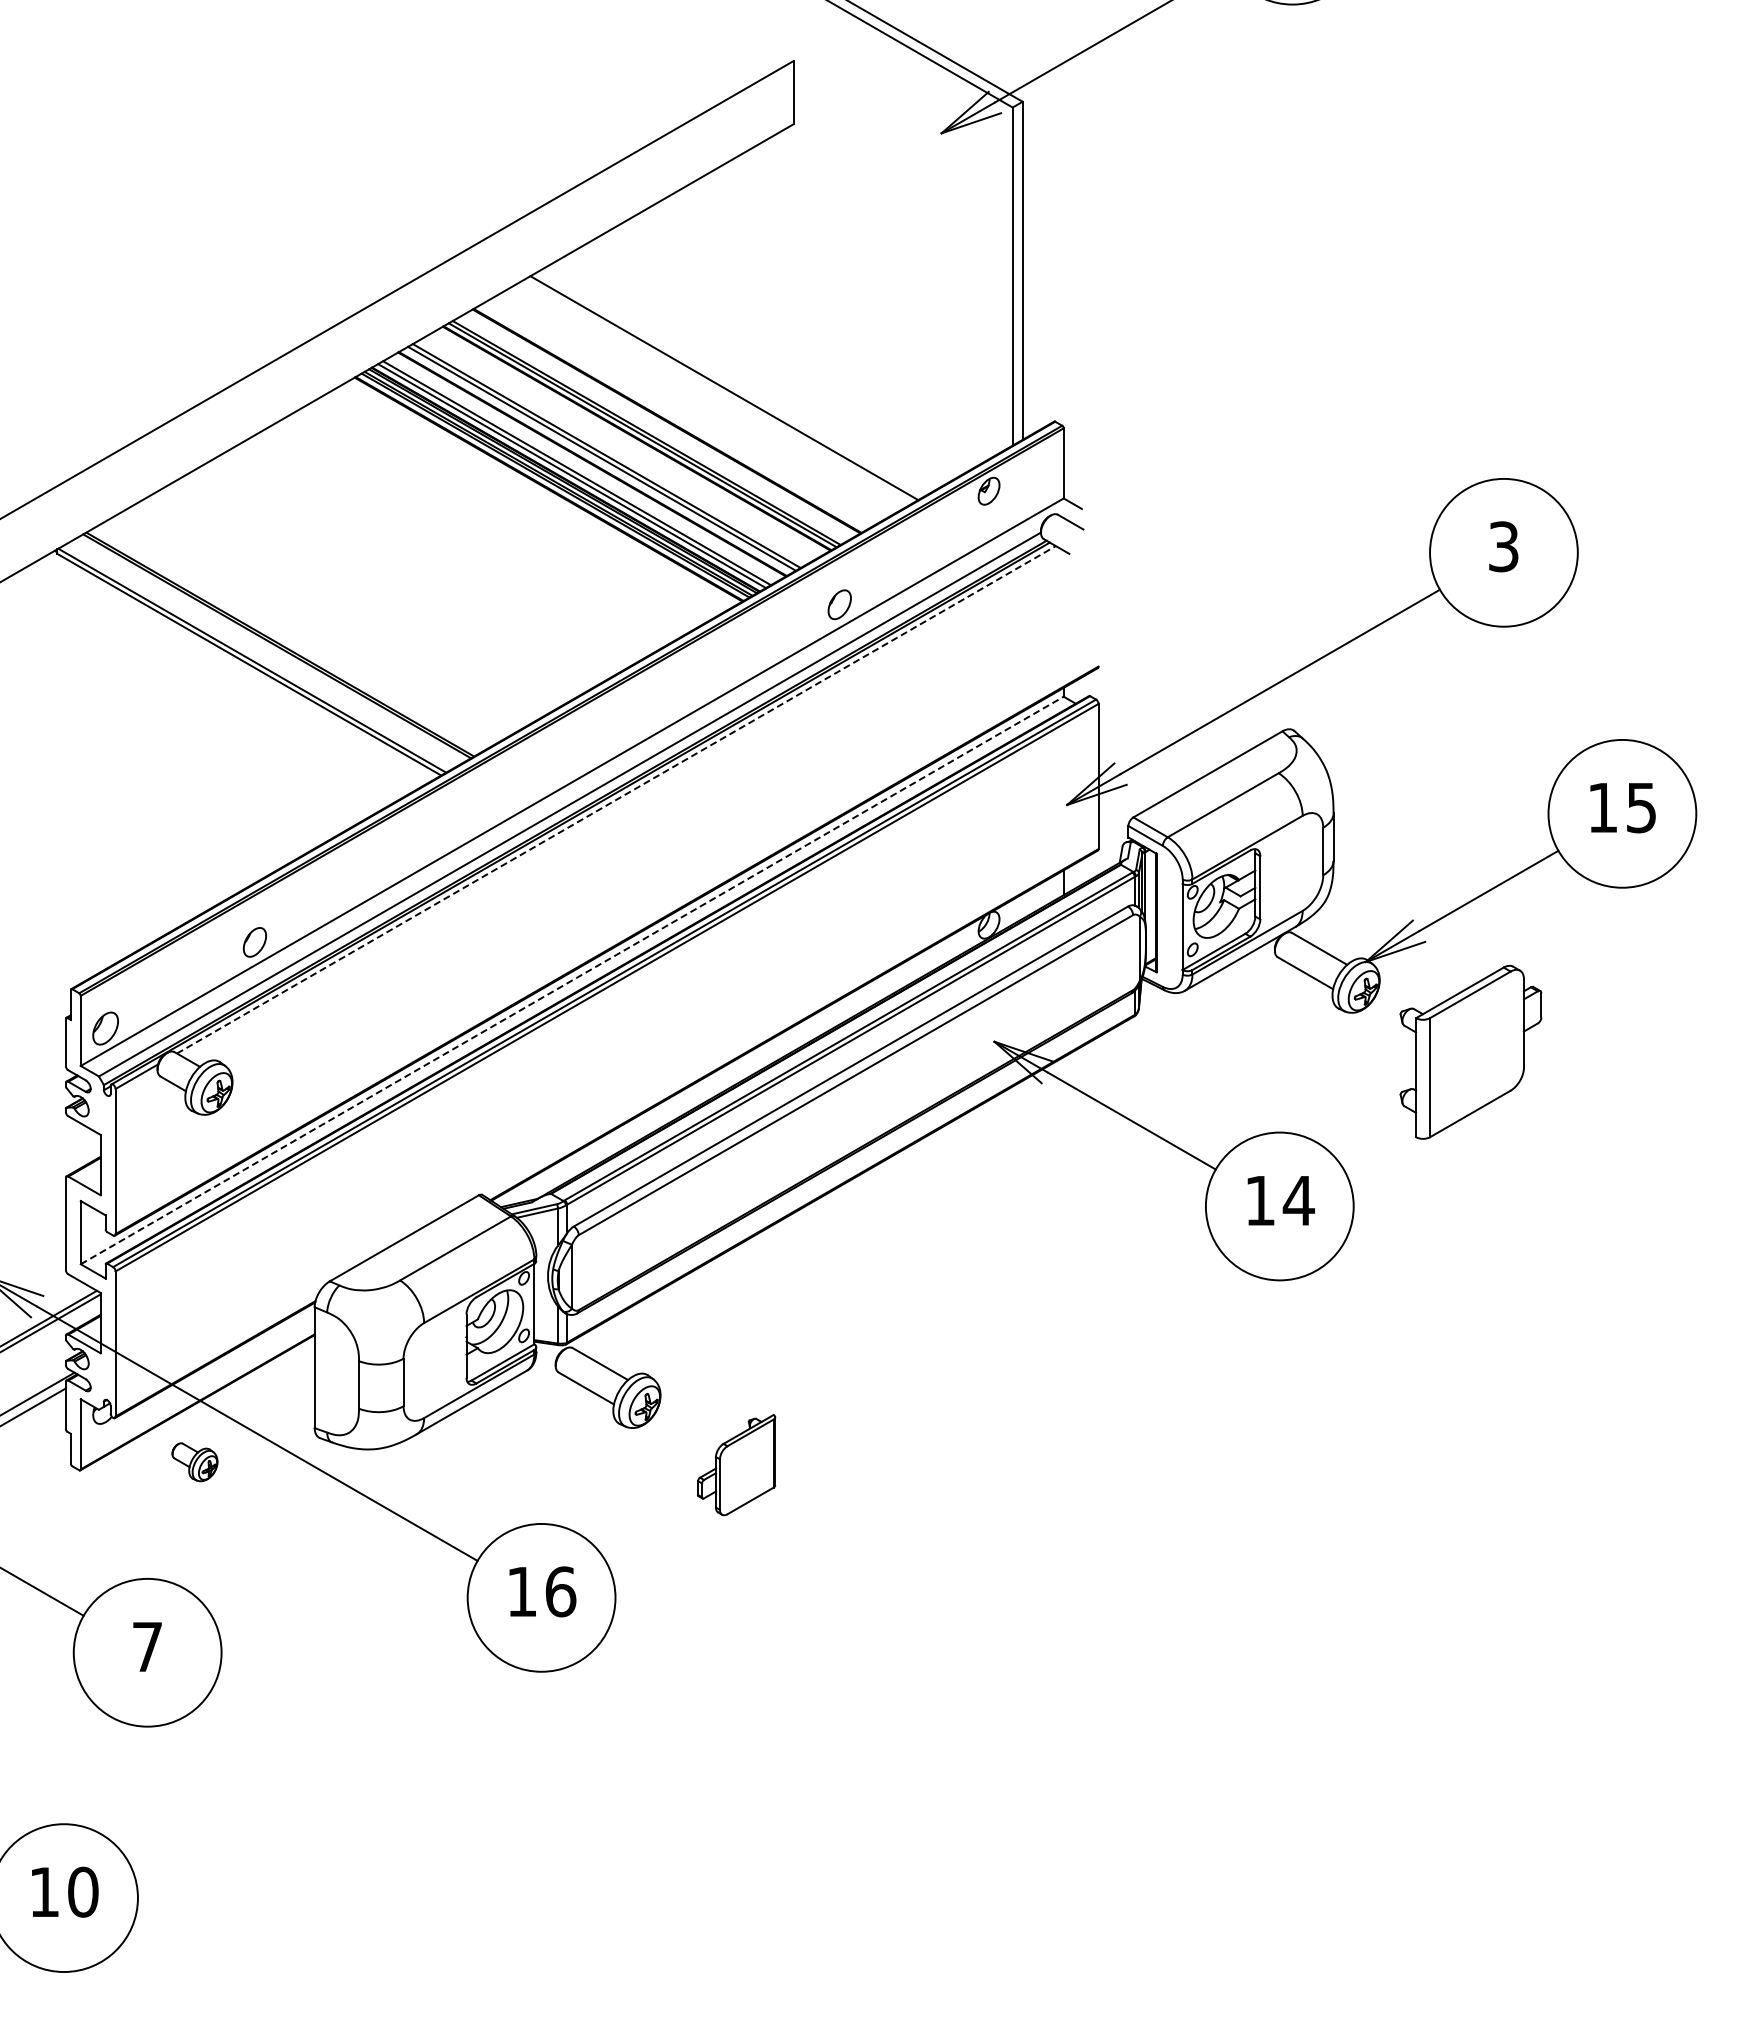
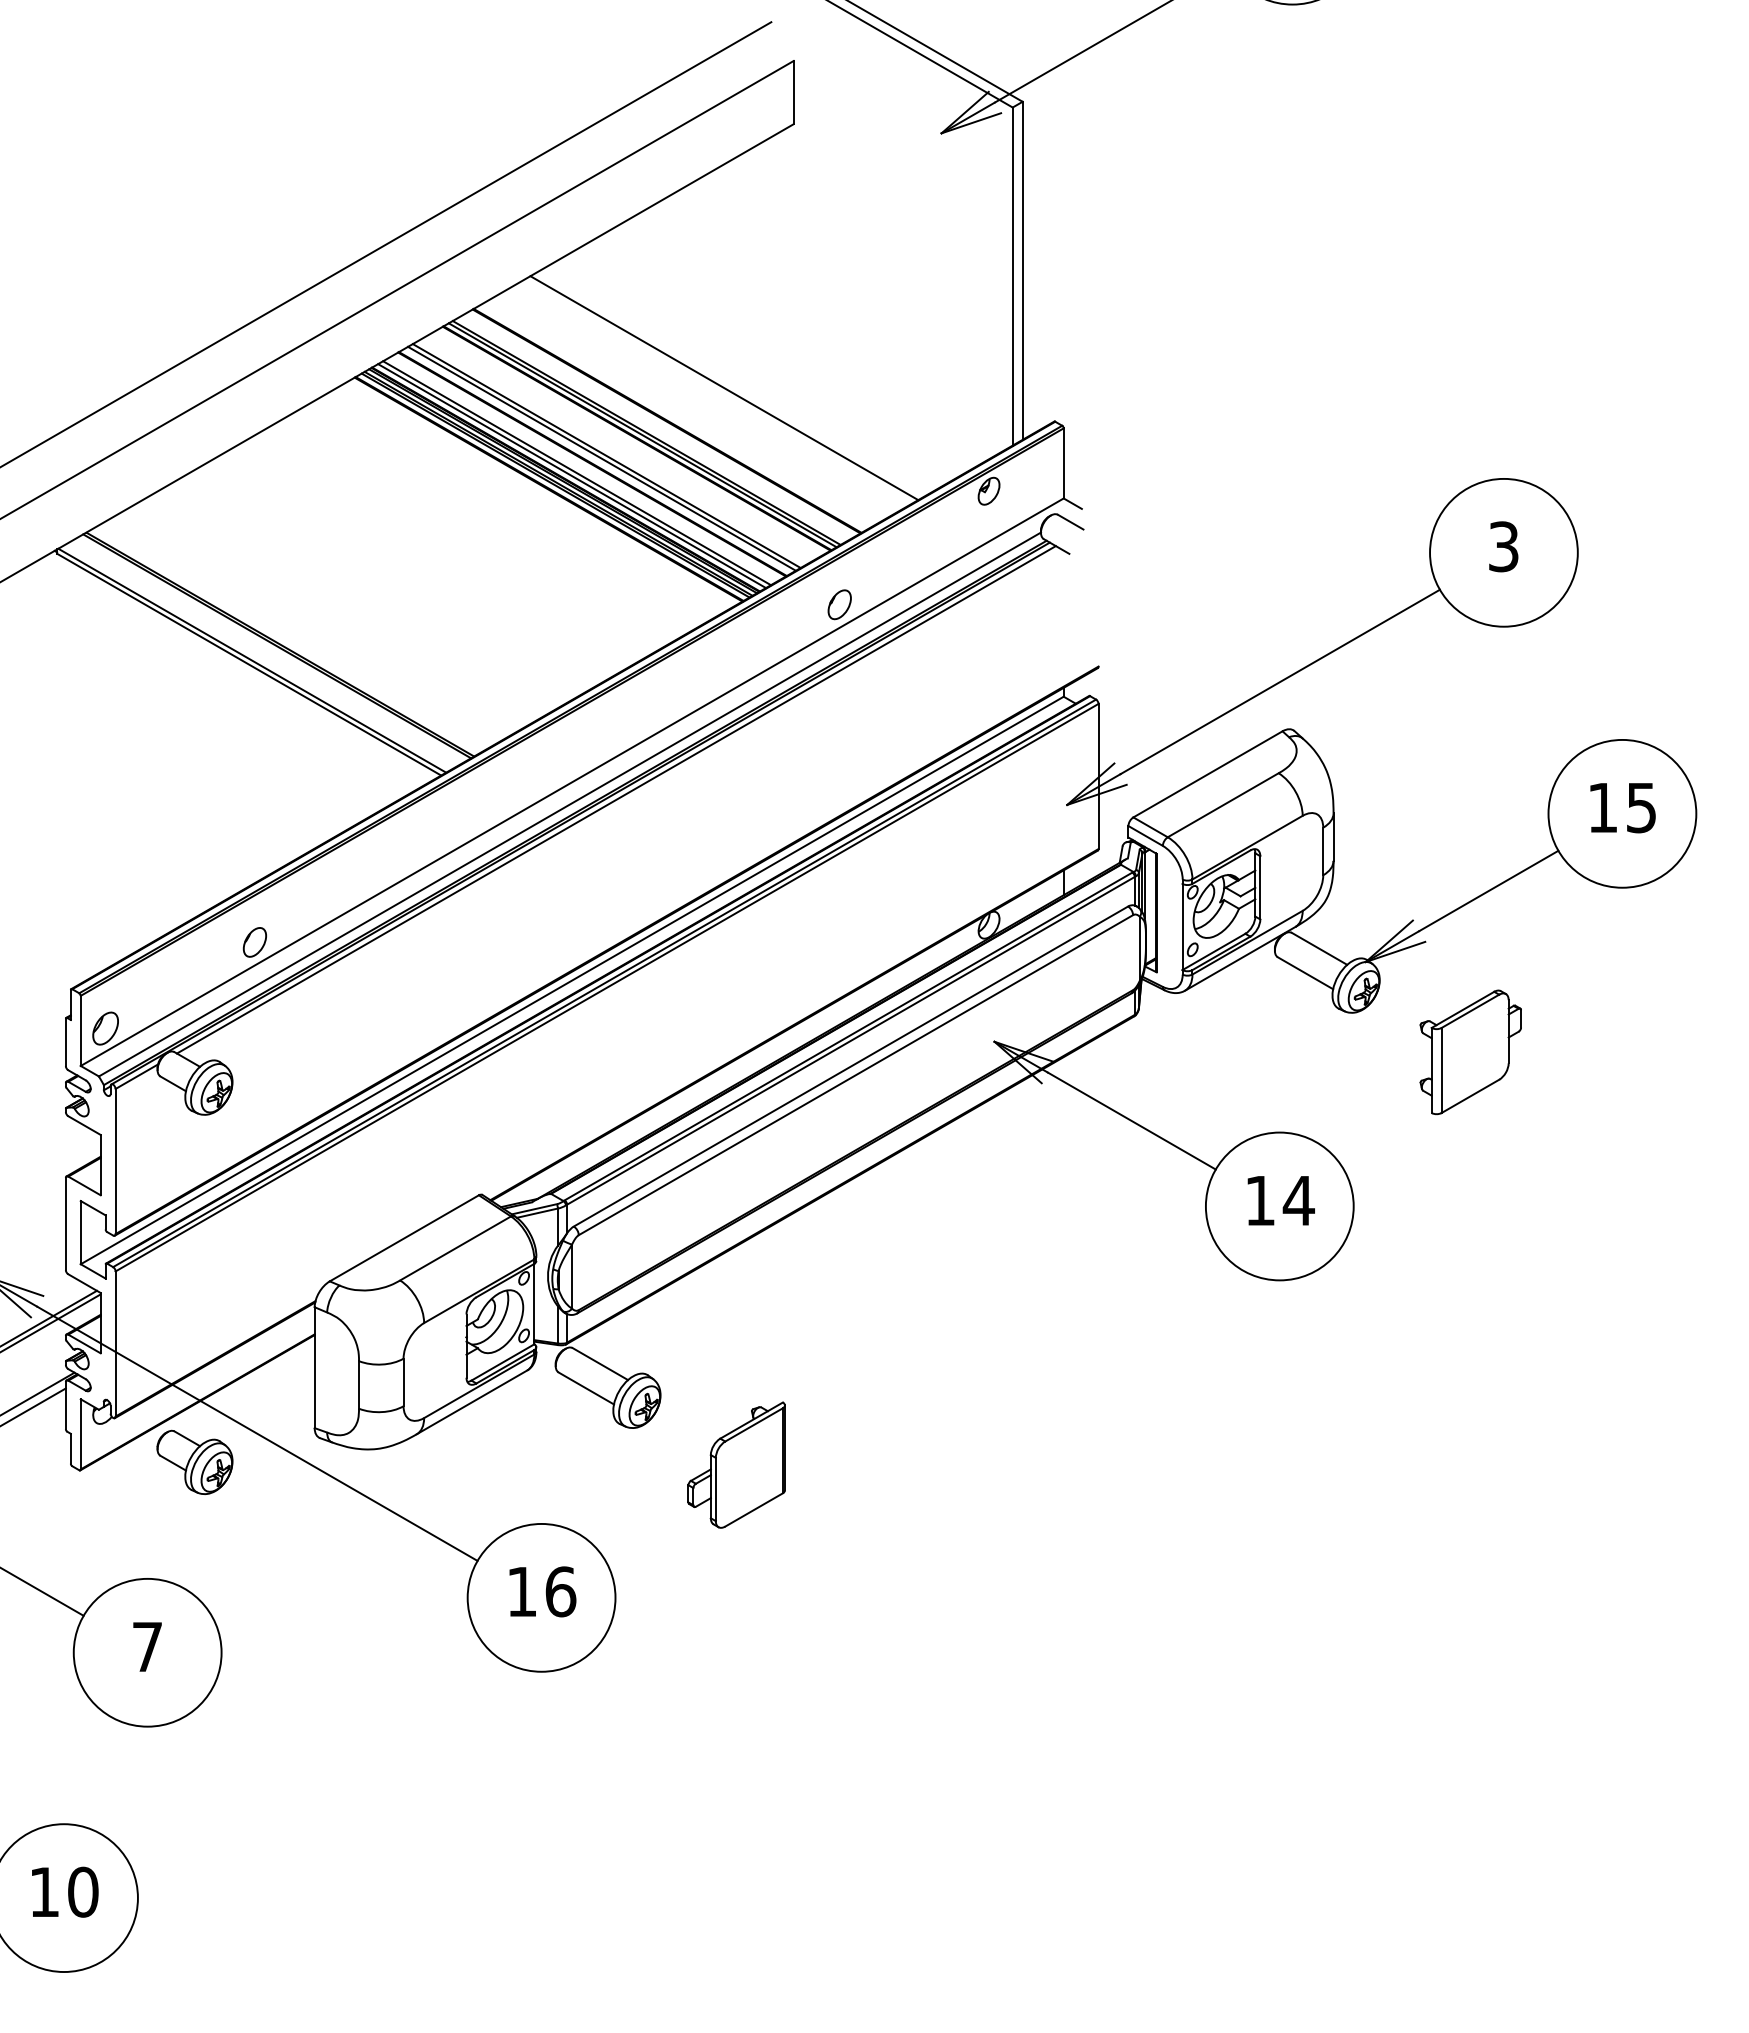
line at (386, 243): none -> present
line at (616, 799): dashed -> solid
line at (572, 980): dashed -> solid
part at (1470, 1051) size: 144x176 px -> 103x127 px
part at (194, 1462) size: 48x41 px -> 78x66 px
part at (736, 1465) size: 80x103 px -> 99x128 px
